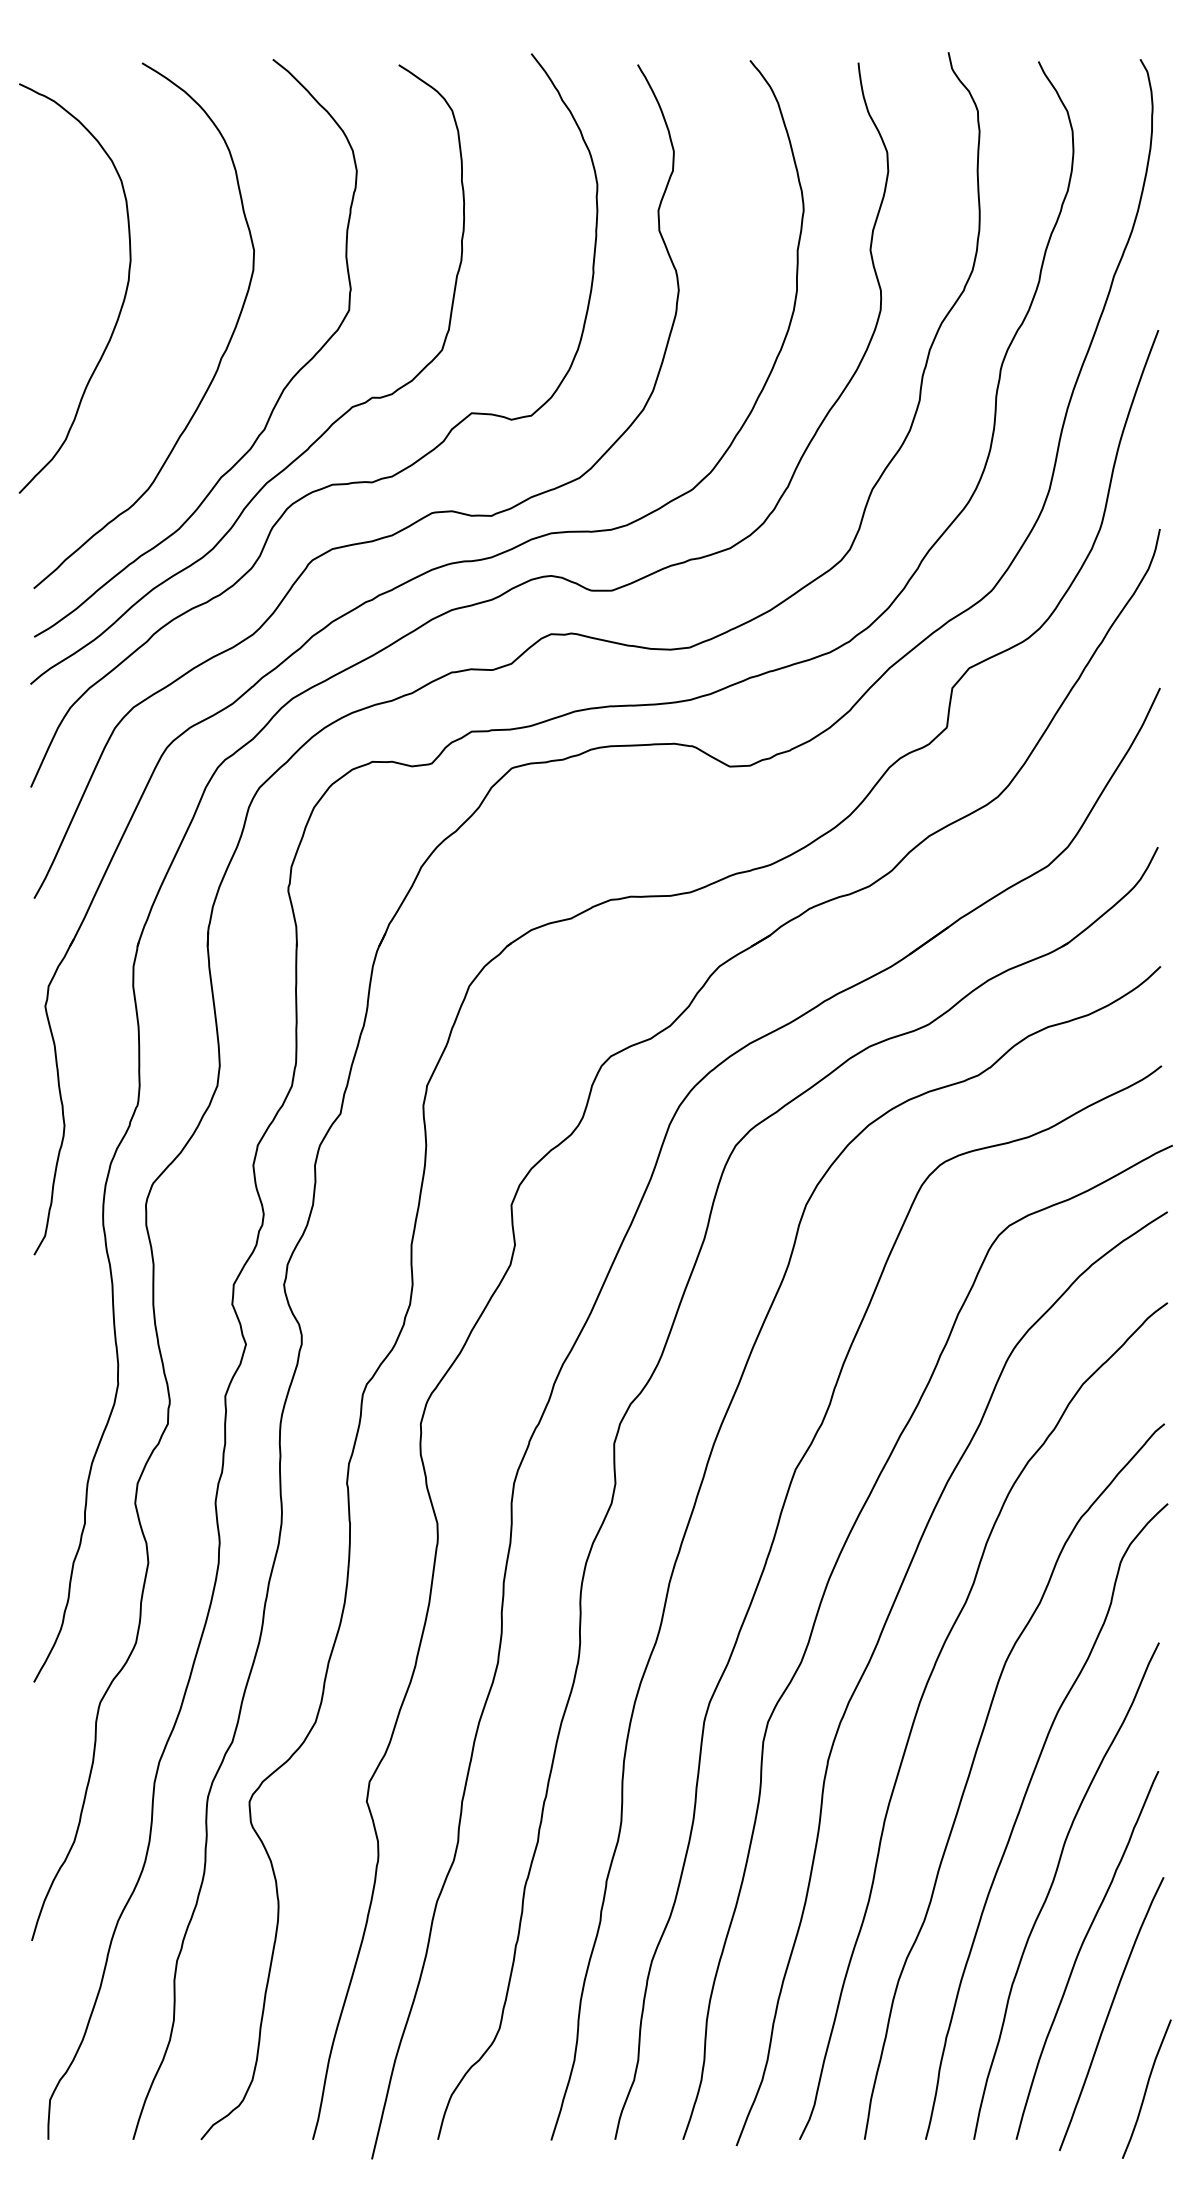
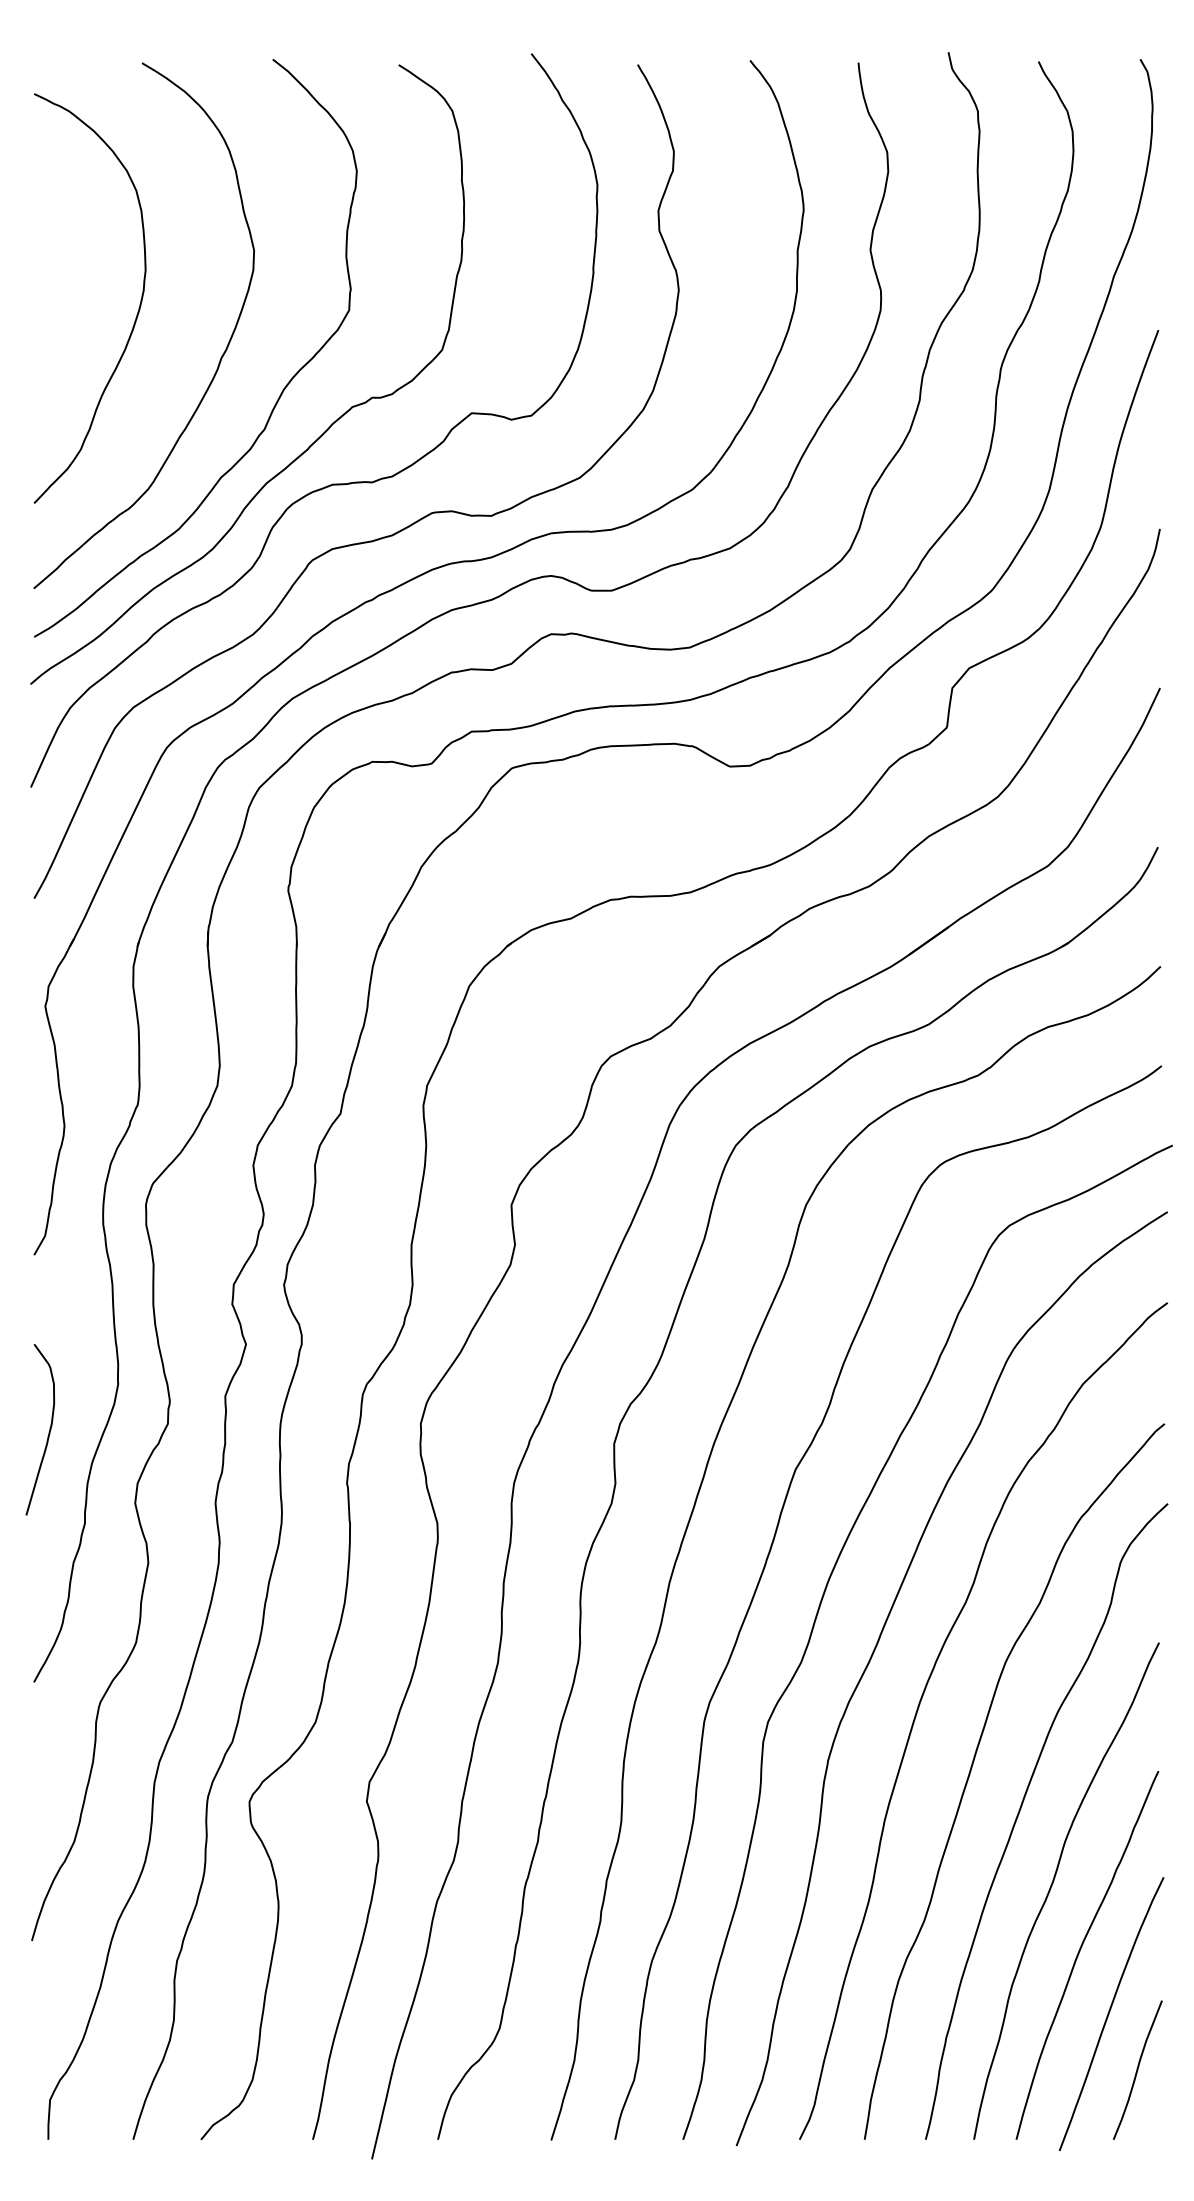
curve at (121, 304) position: (121, 304) -> (136, 314)
curve at (48, 1432): none -> present
curve at (1146, 2088) position: (1146, 2088) -> (1137, 2069)
